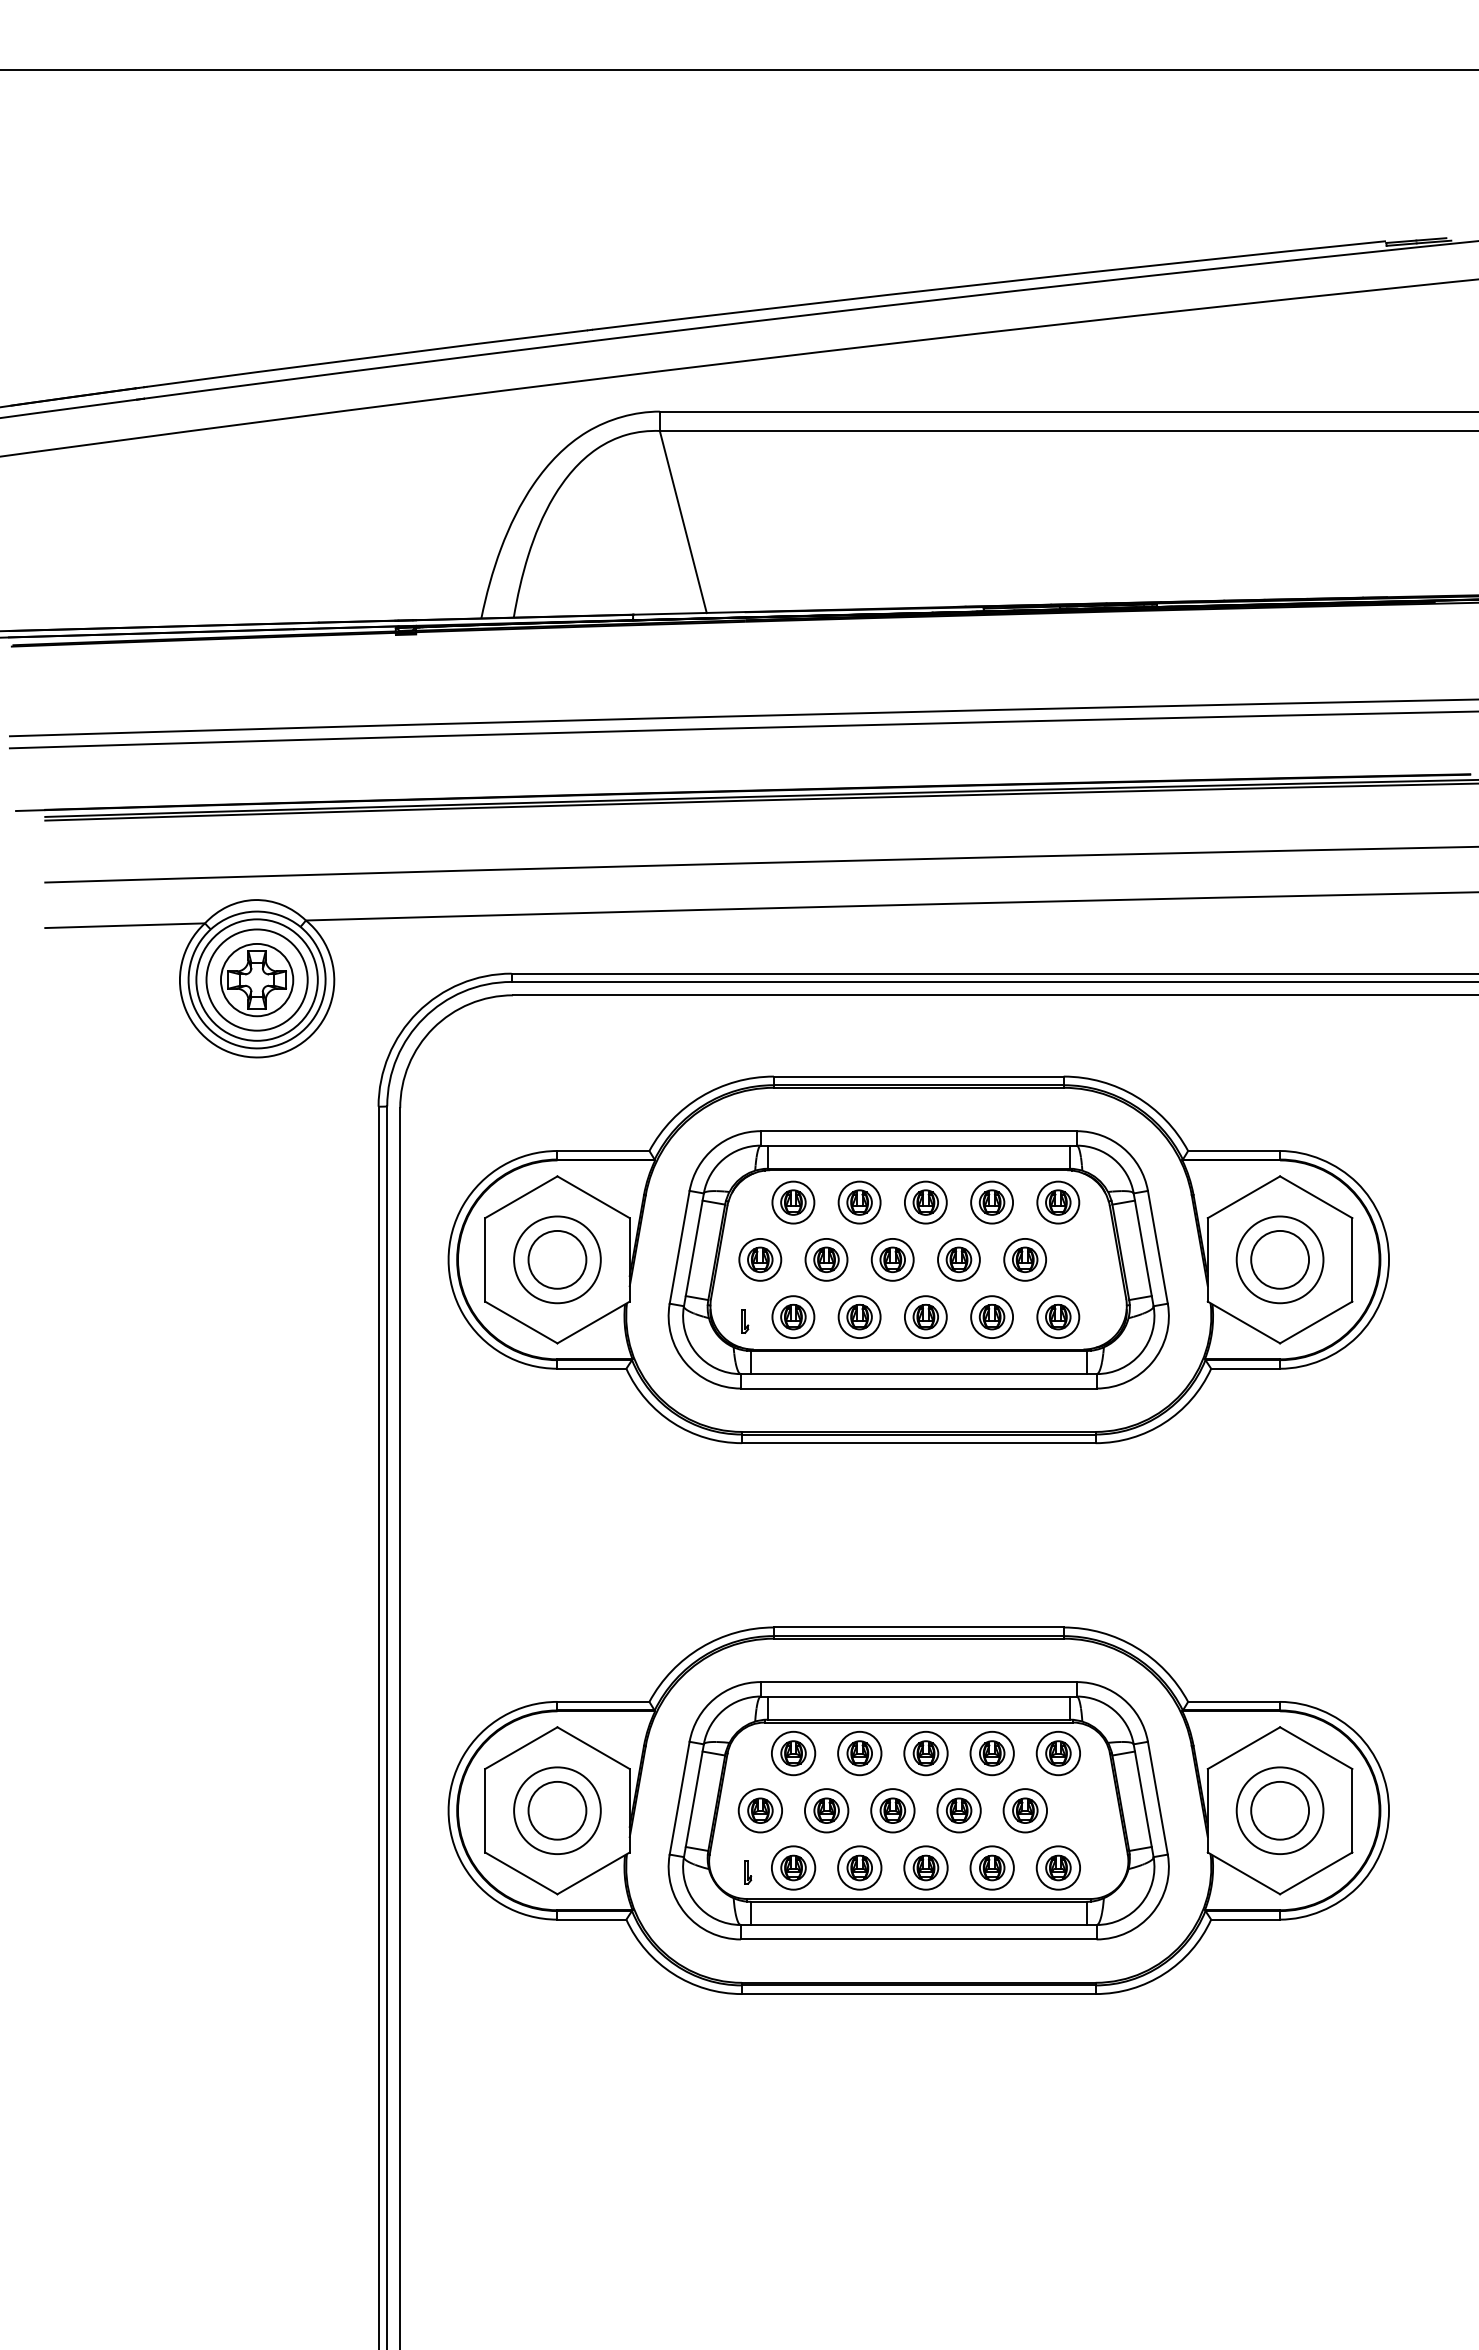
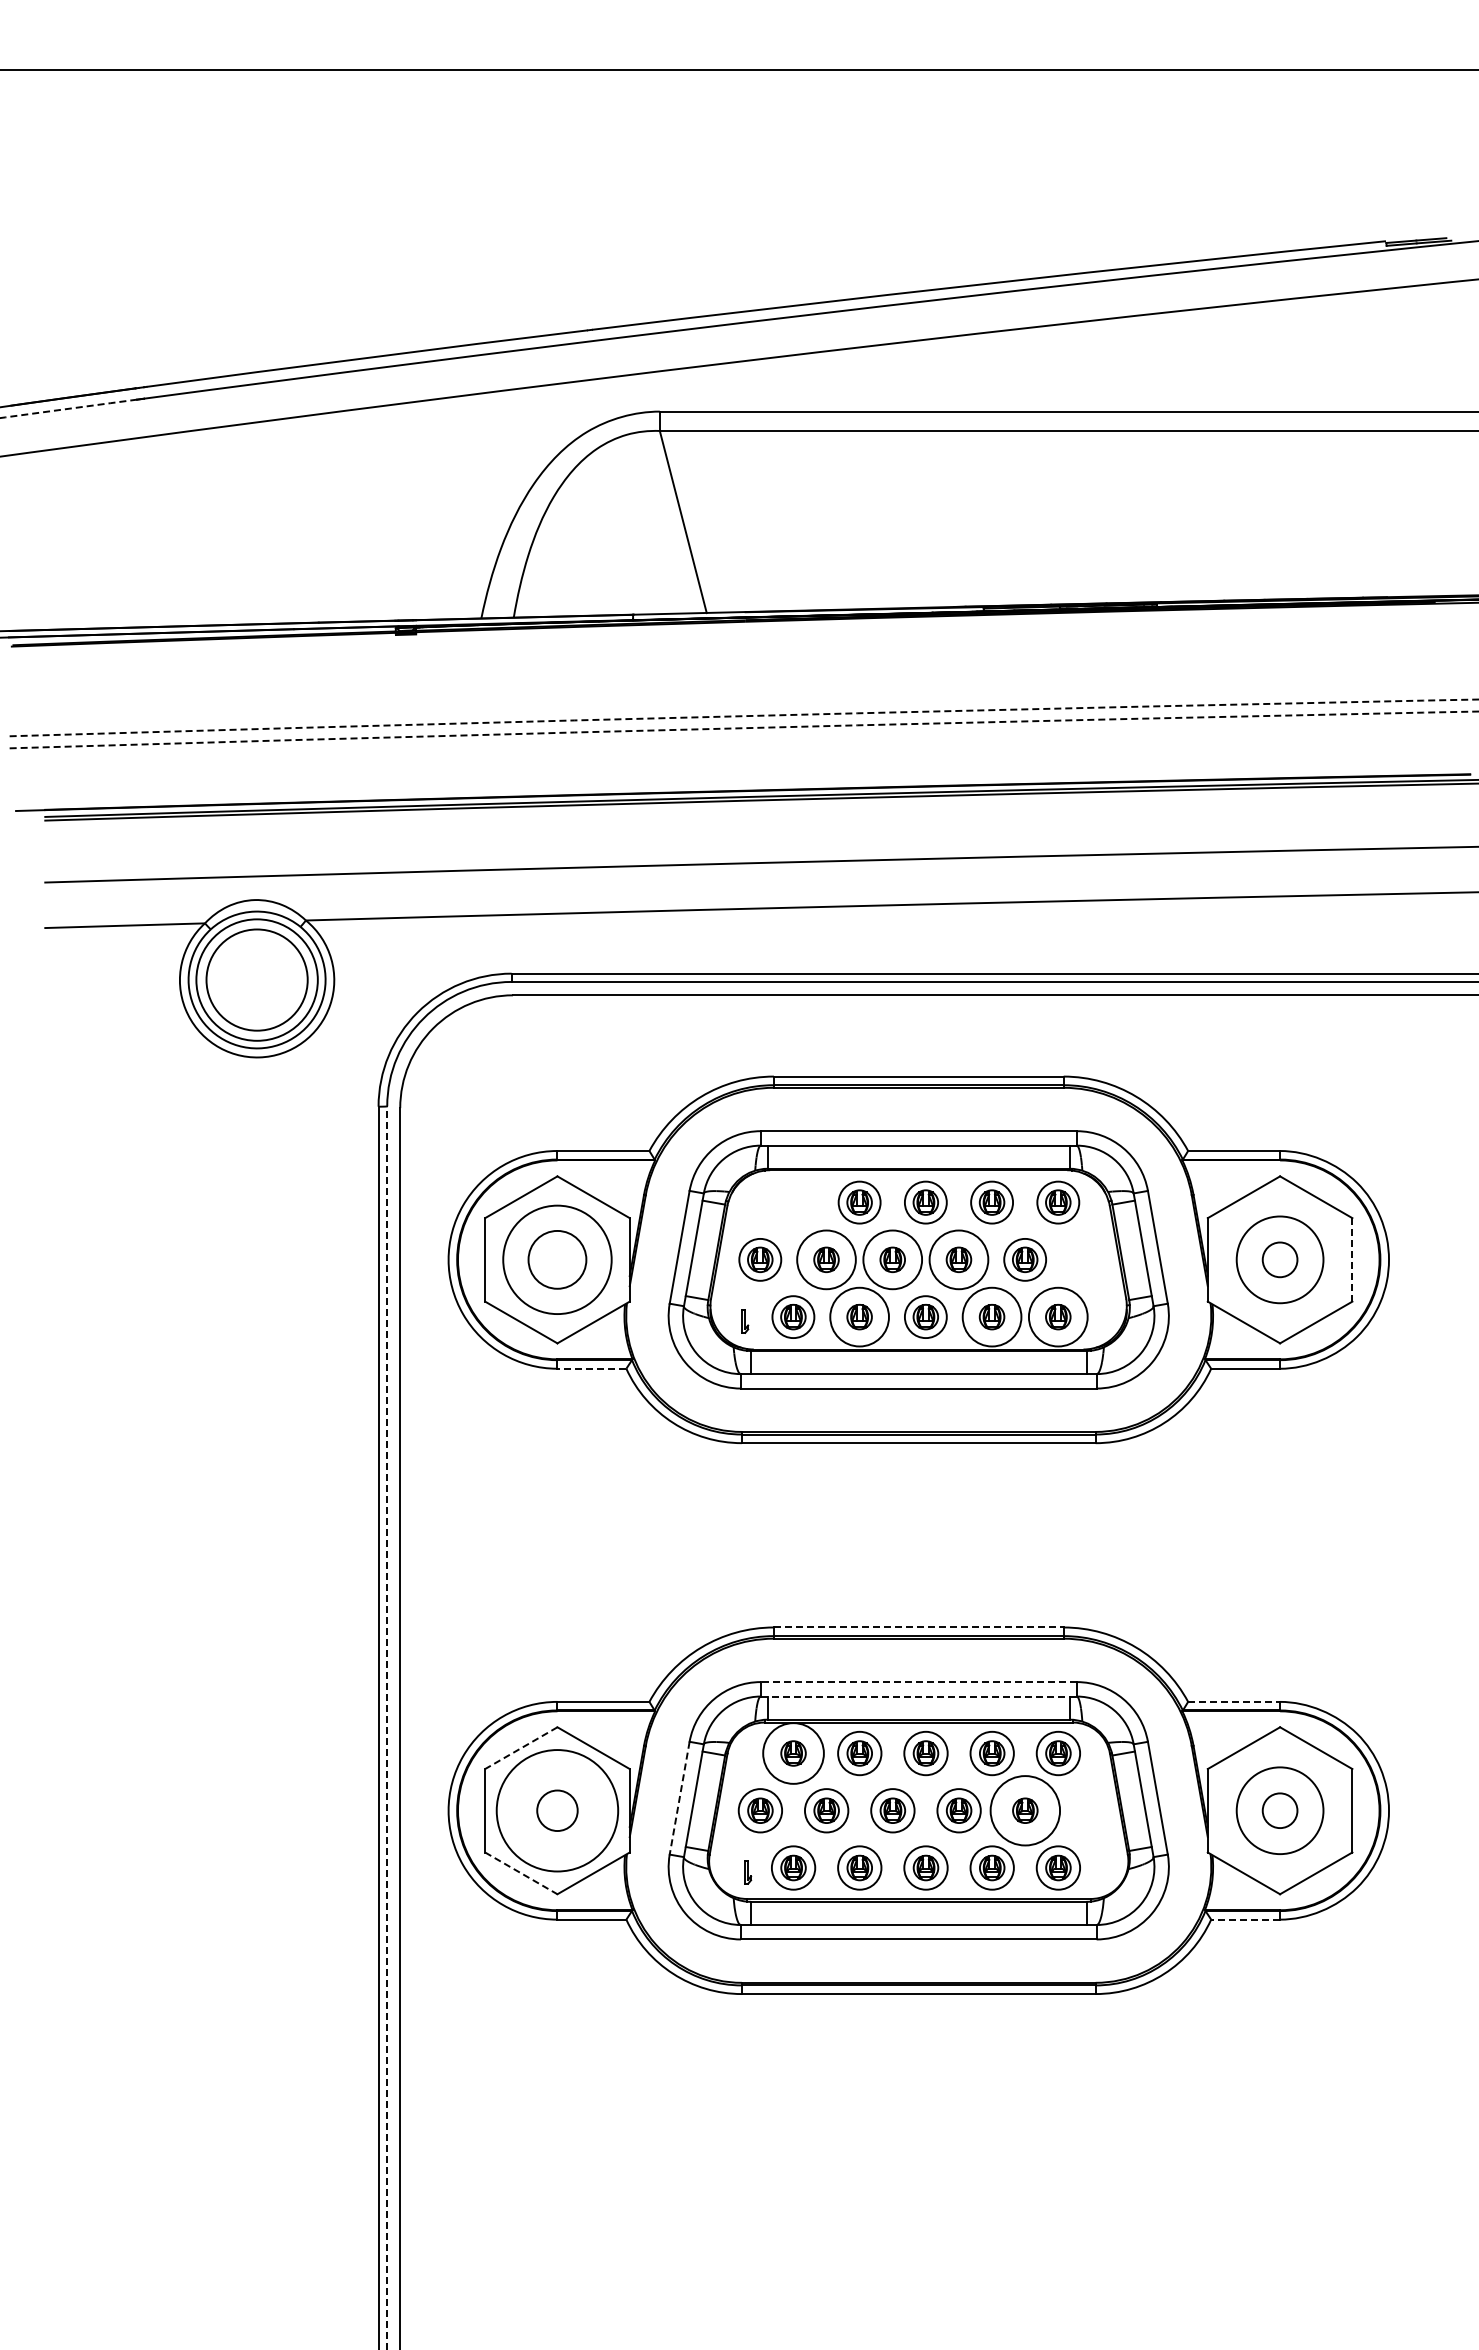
arc at (68, 408): solid -> dashed
arc at (744, 716): solid -> dashed
arc at (744, 728): solid -> dashed
part at (257, 980): present -> none
part at (793, 1202): present -> none
circle at (557, 1259) diameter: 87 px -> 108 px
circle at (826, 1259) diameter: 42 px -> 59 px
circle at (892, 1259) diameter: 42 px -> 59 px
circle at (958, 1259) diameter: 42 px -> 59 px
circle at (1280, 1259) diameter: 58 px -> 35 px
line at (1352, 1259): solid -> dashed
circle at (859, 1317) diameter: 42 px -> 59 px
circle at (992, 1317) diameter: 42 px -> 59 px
circle at (1058, 1317) diameter: 42 px -> 59 px
line at (591, 1368): solid -> dashed
line at (918, 1627): solid -> dashed
line at (918, 1682): solid -> dashed
line at (918, 1696): solid -> dashed
line at (1234, 1701): solid -> dashed
line at (387, 1727): solid -> dashed
line at (521, 1748): solid -> dashed
circle at (793, 1753) diameter: 43 px -> 61 px
line at (679, 1798): solid -> dashed
circle at (557, 1810) diameter: 58 px -> 40 px
circle at (557, 1810) diameter: 87 px -> 121 px
circle at (1025, 1810) diameter: 43 px -> 69 px
circle at (1280, 1810) diameter: 58 px -> 35 px
line at (521, 1873): solid -> dashed
line at (1245, 1919): solid -> dashed
